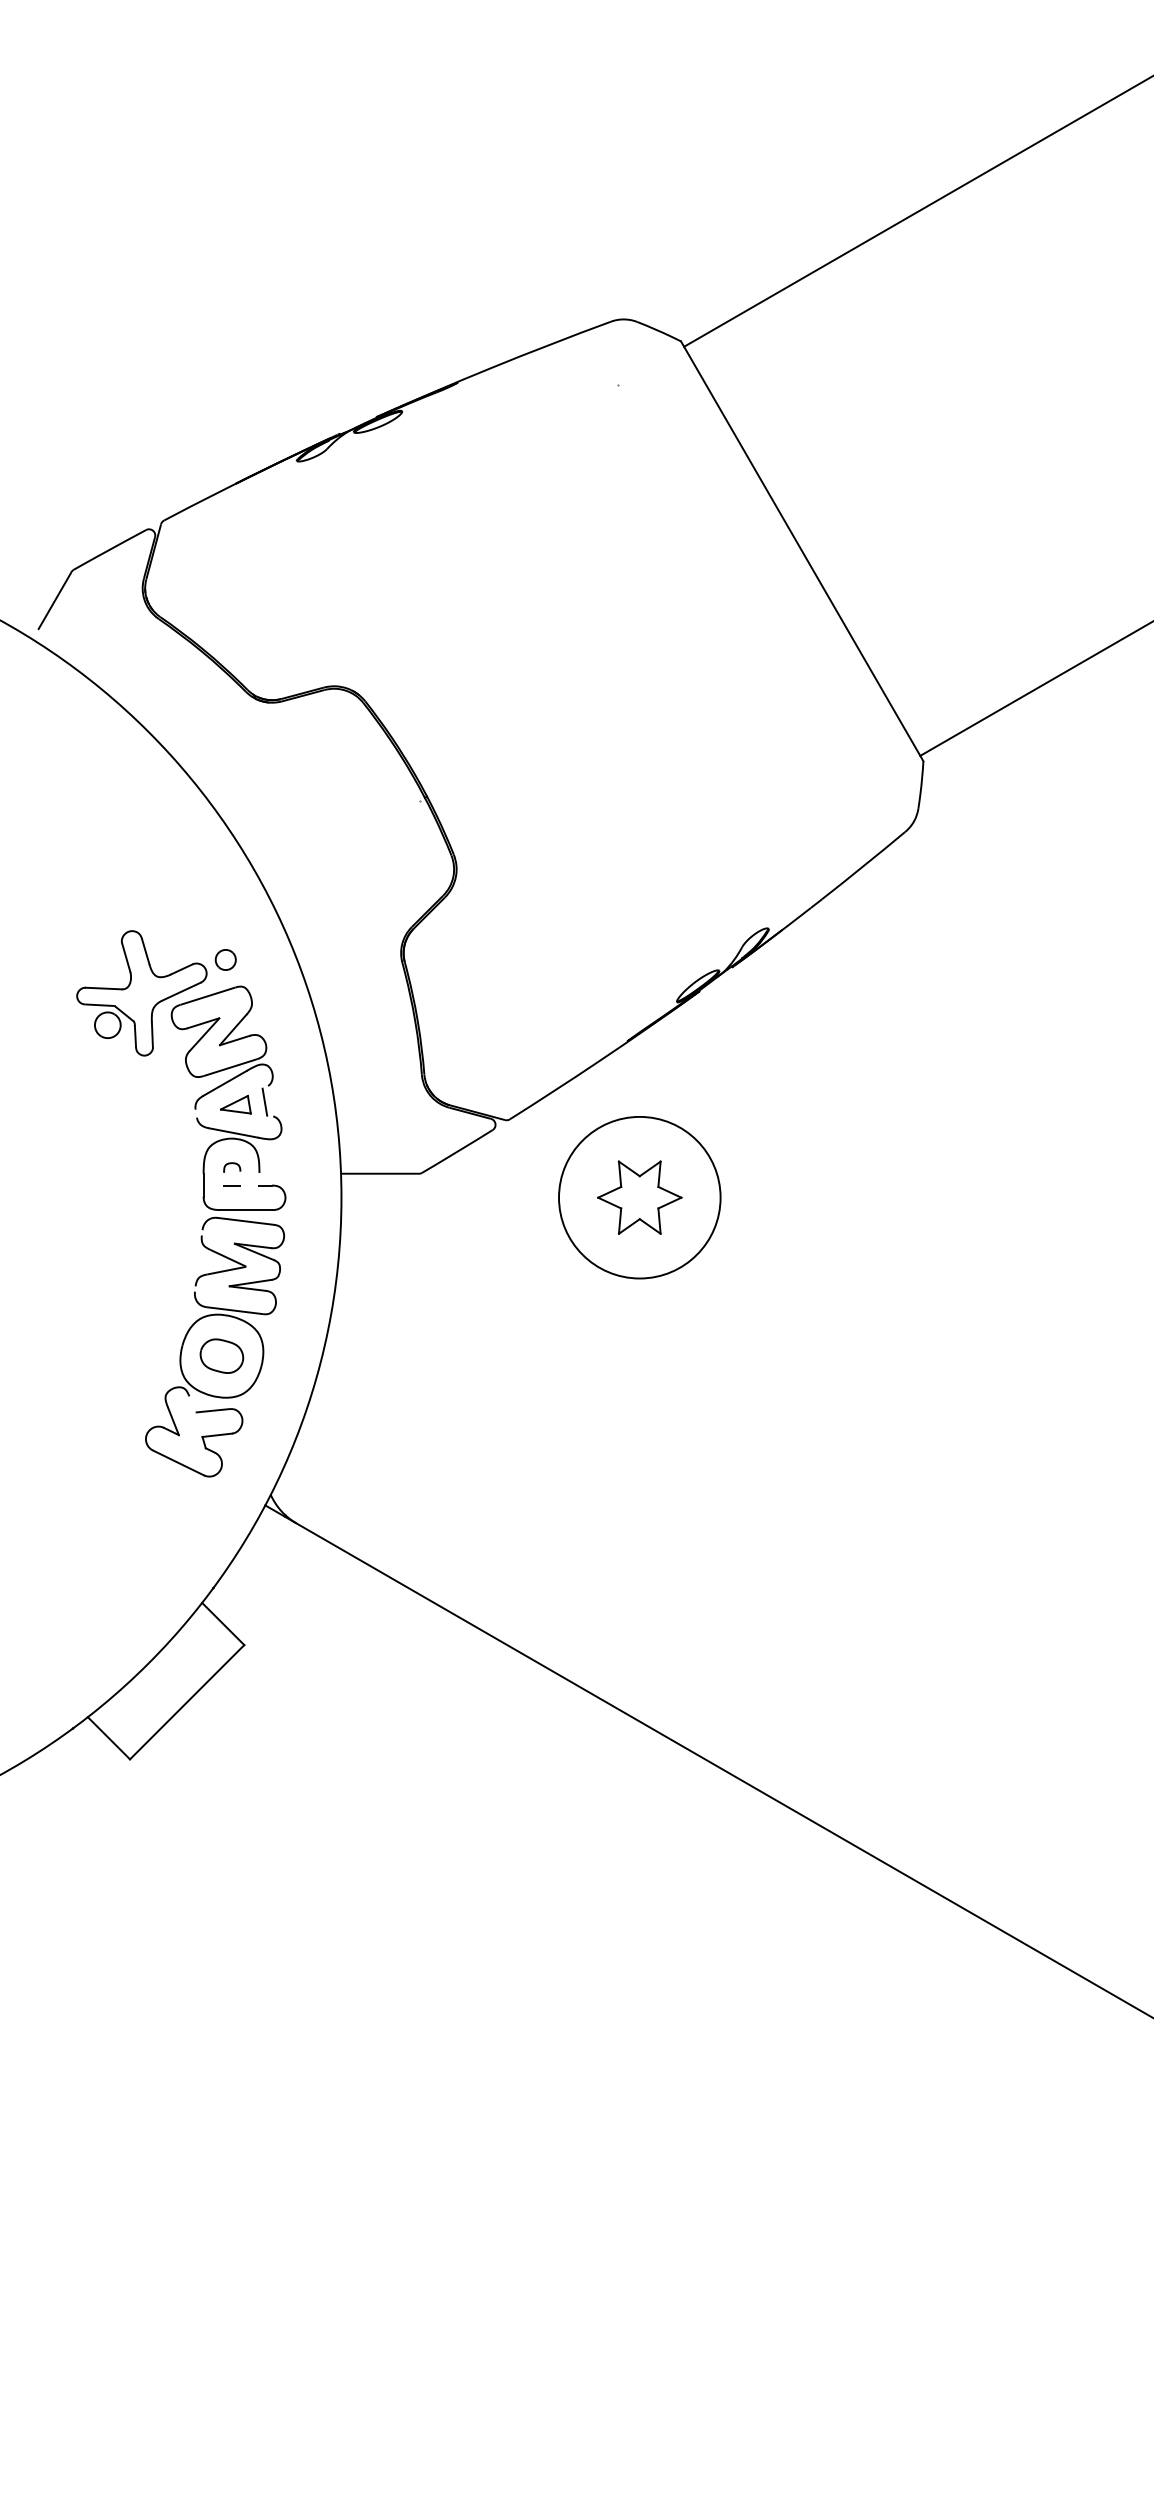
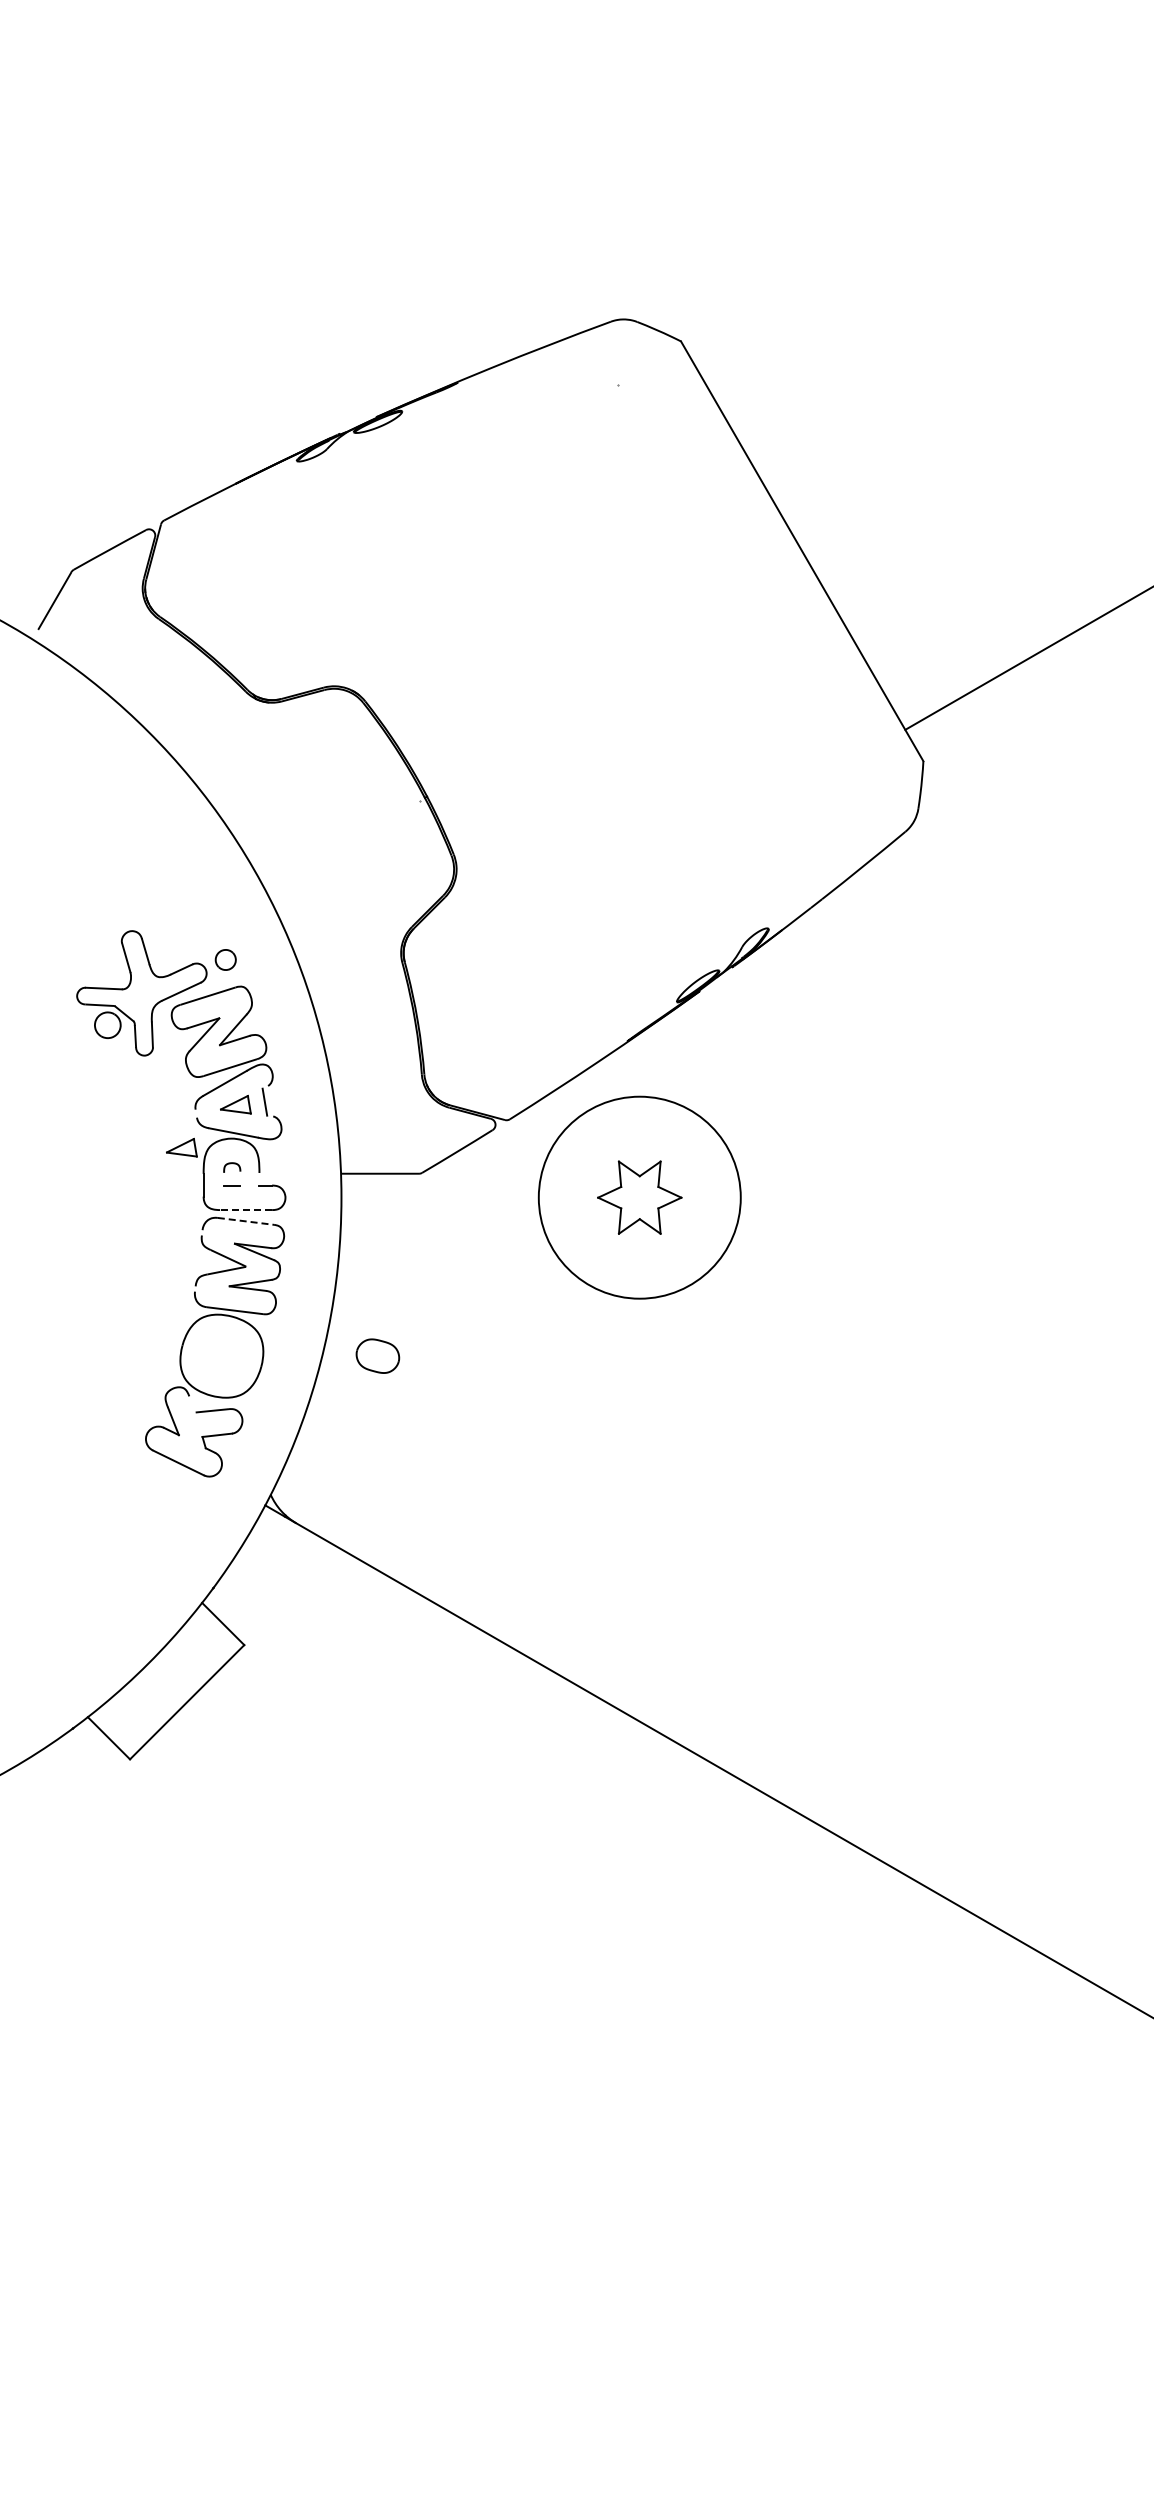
line at (917, 211): present -> none
line at (1035, 688) position: (1035, 688) -> (1027, 658)
part at (181, 1147): none -> present
circle at (639, 1197) diameter: 162 px -> 202 px
line at (245, 1210): solid -> dashed
line at (246, 1221): solid -> dashed
part at (221, 1355) position: (221, 1355) -> (377, 1355)
